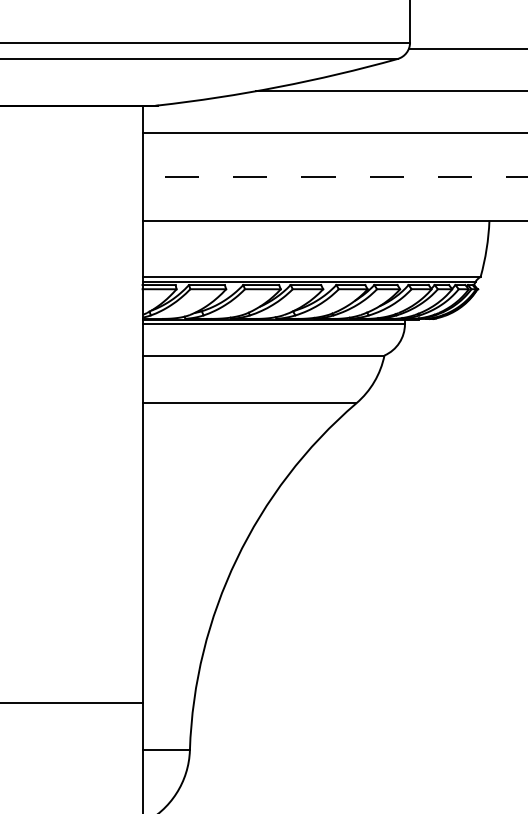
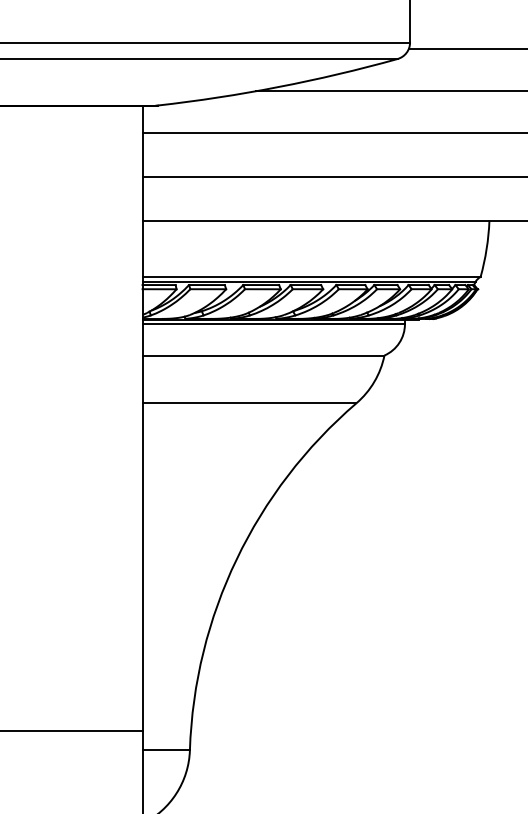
line at (334, 177): dashed -> solid
line at (72, 703) position: (72, 703) -> (72, 731)
